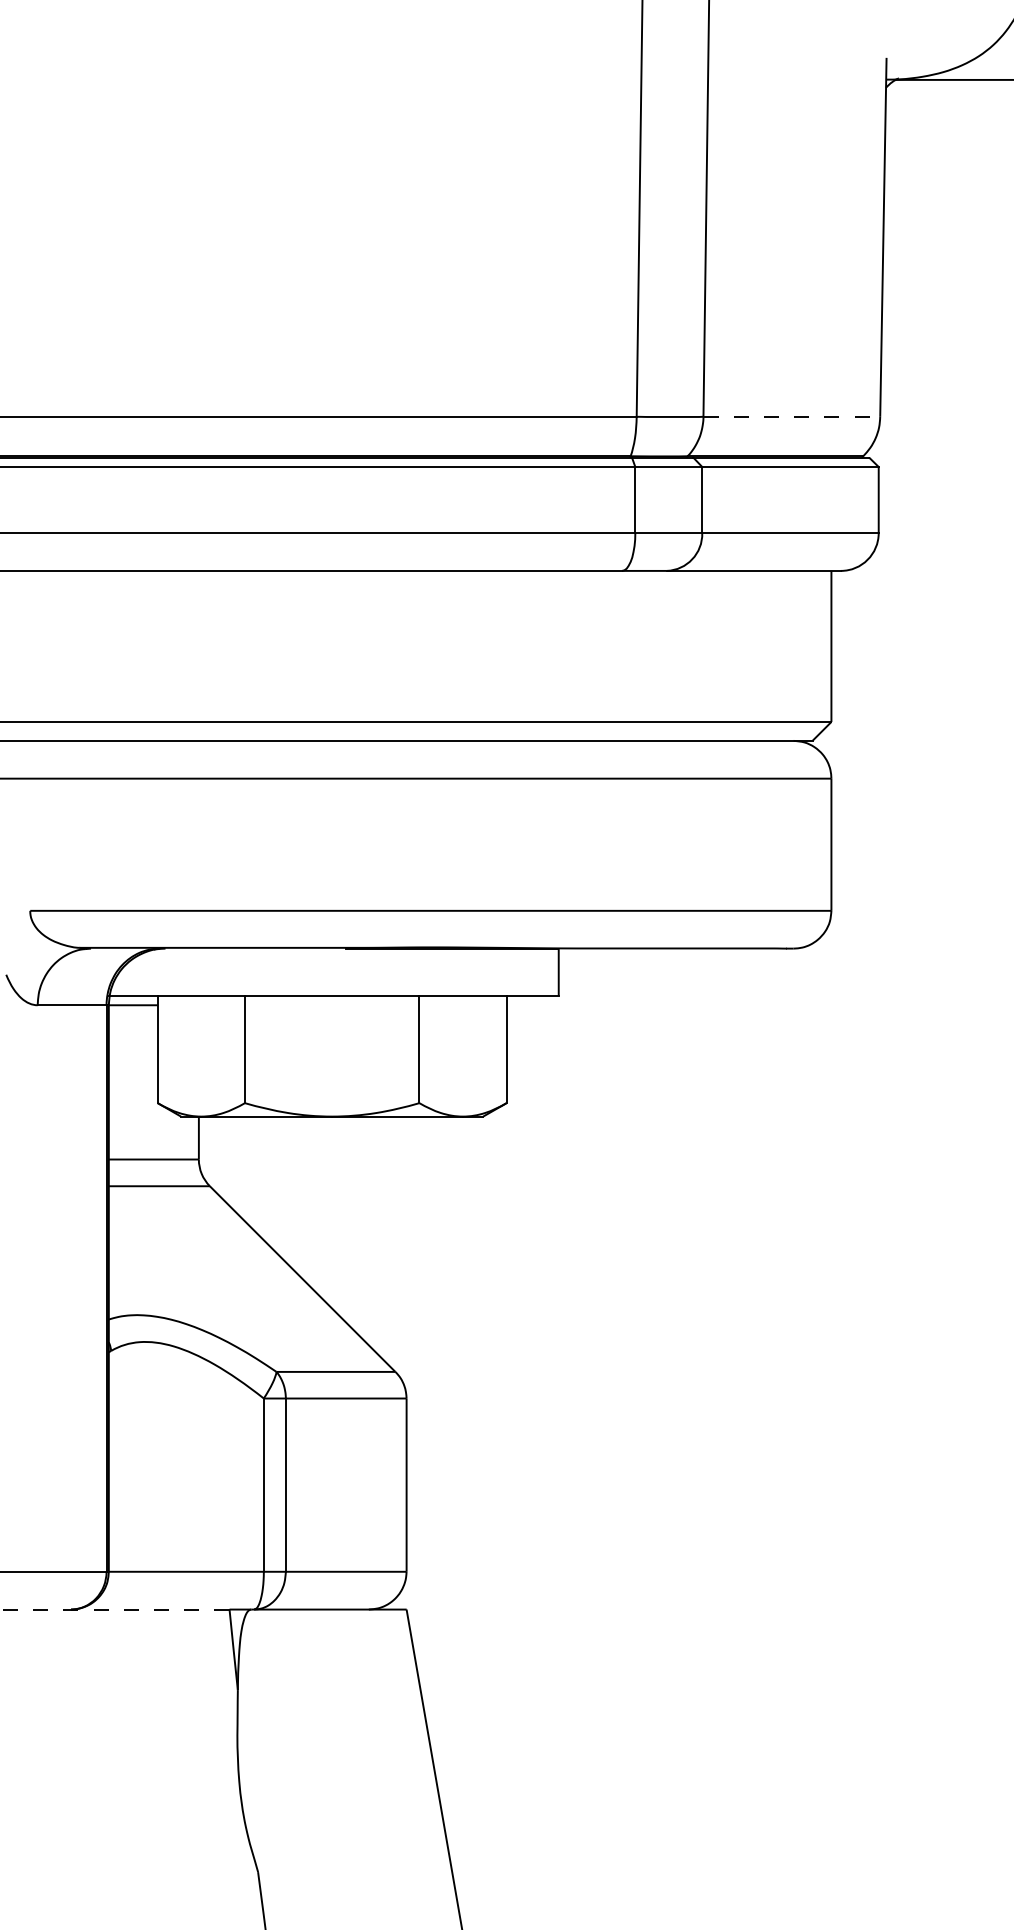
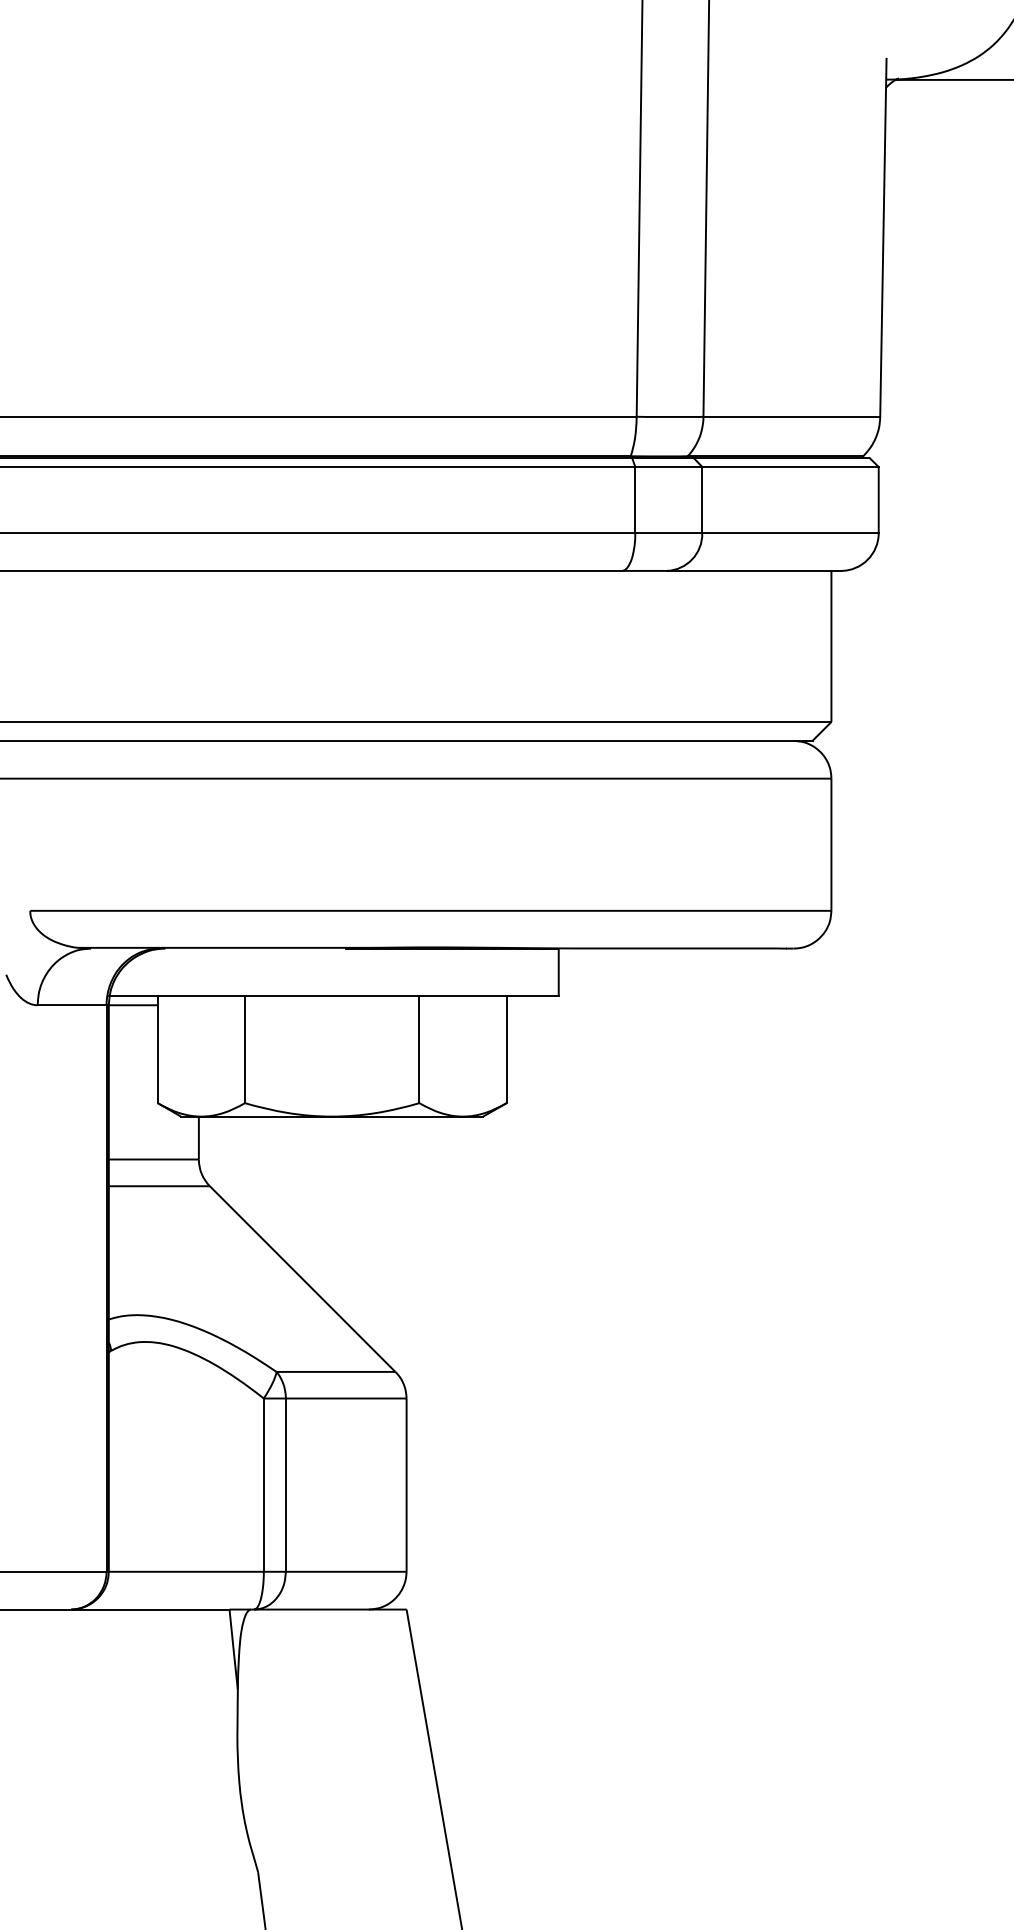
line at (792, 416): dashed -> solid
line at (114, 1609): dashed -> solid
